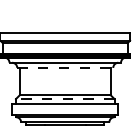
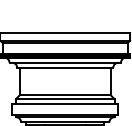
line at (65, 67): dashed -> solid
line at (64, 99): dashed -> solid
